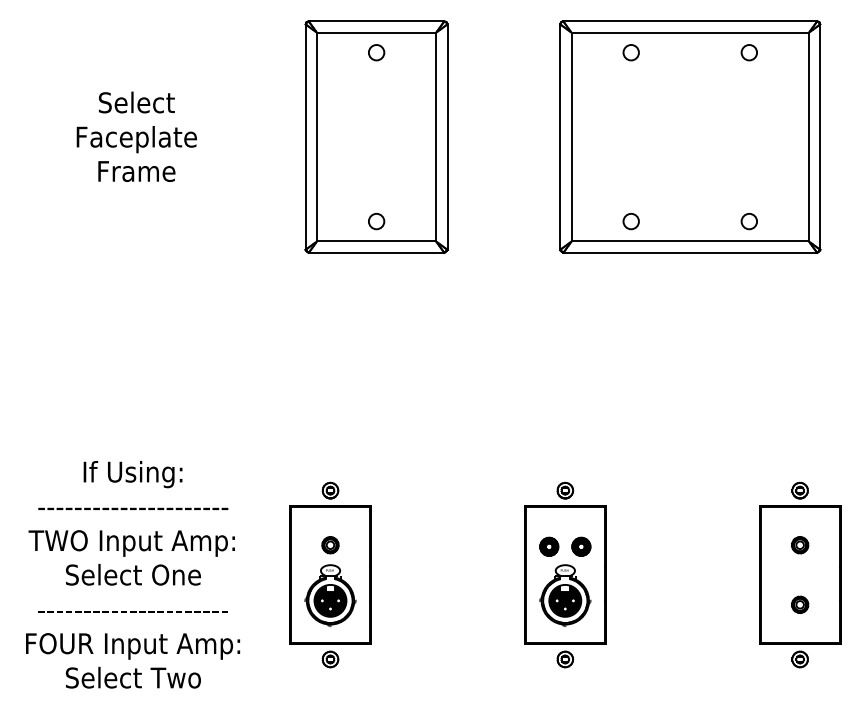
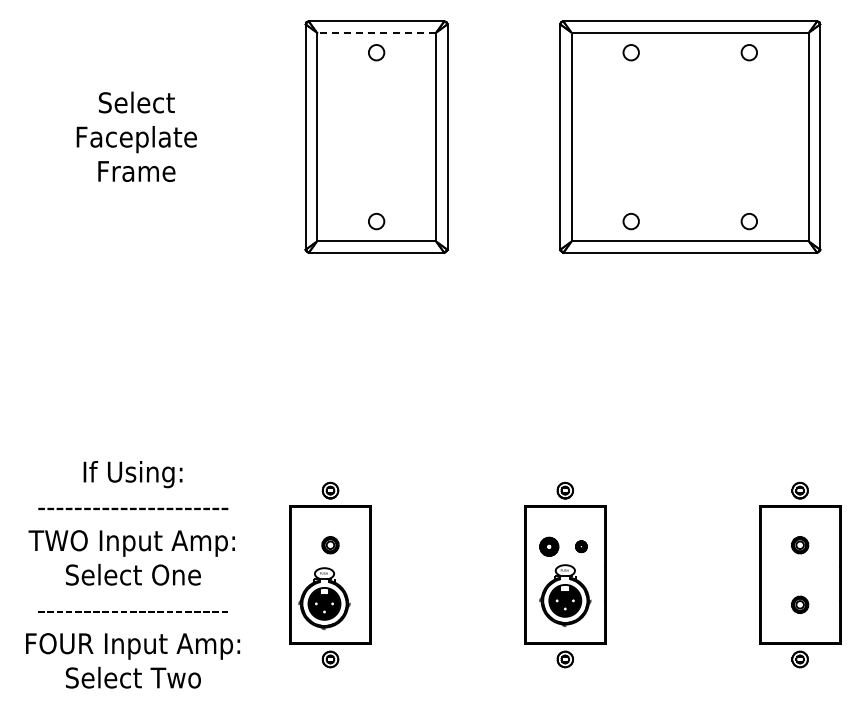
line at (376, 32): solid -> dashed
part at (581, 546) size: 21x21 px -> 13x14 px
part at (330, 595) position: (330, 595) -> (324, 598)
